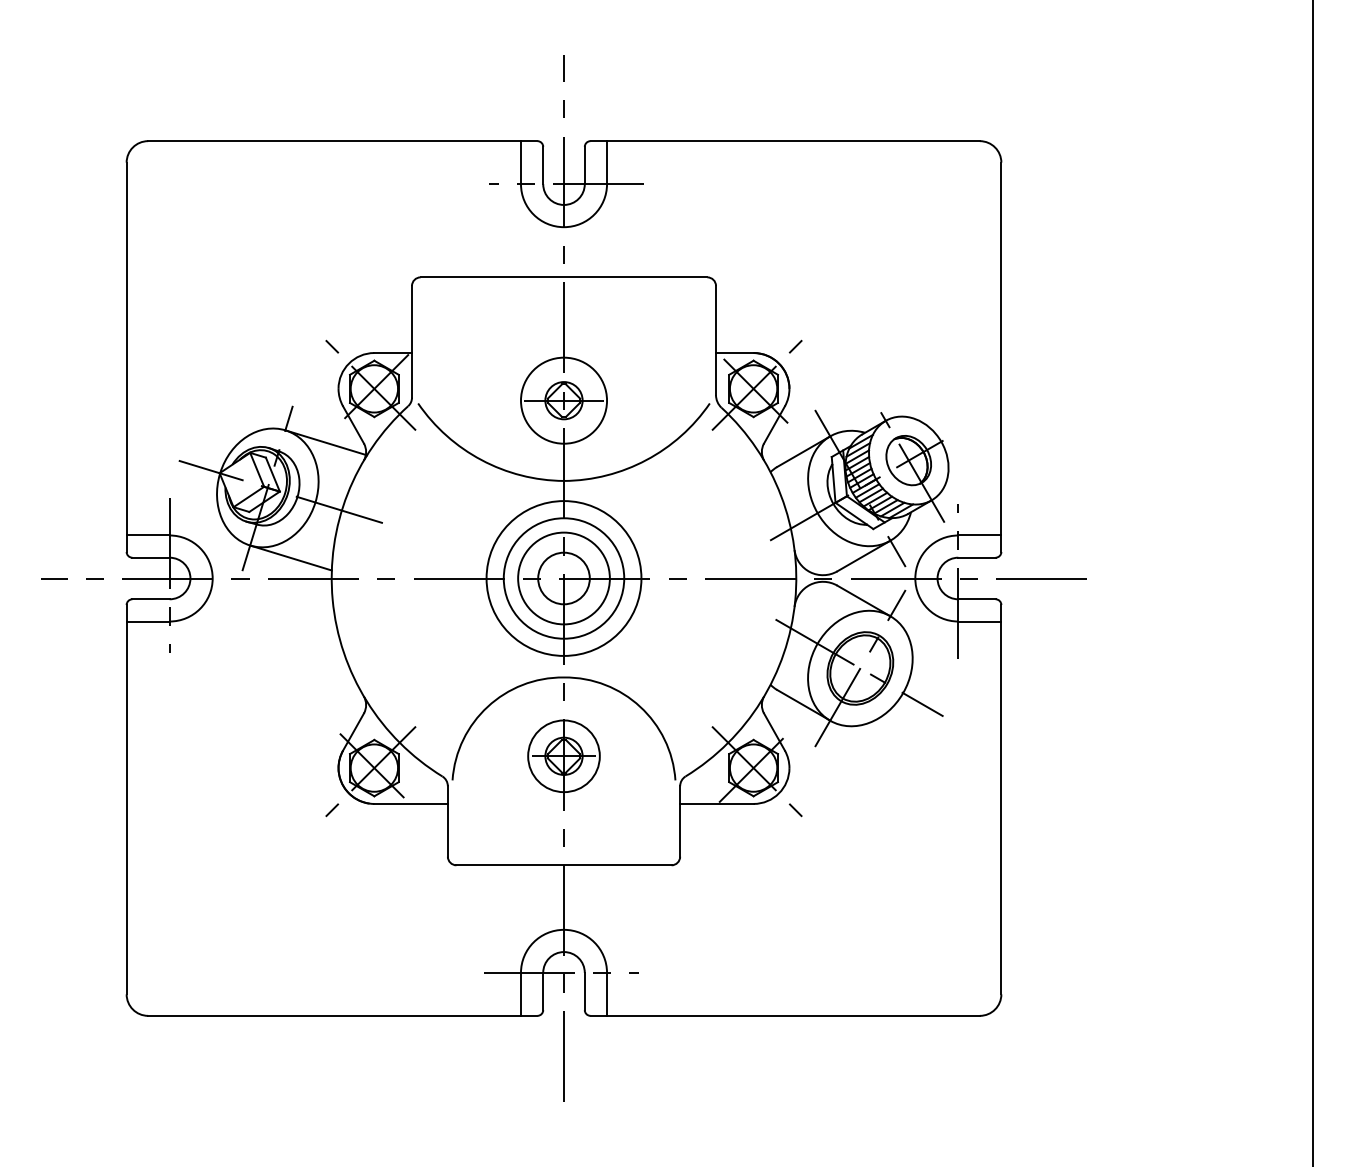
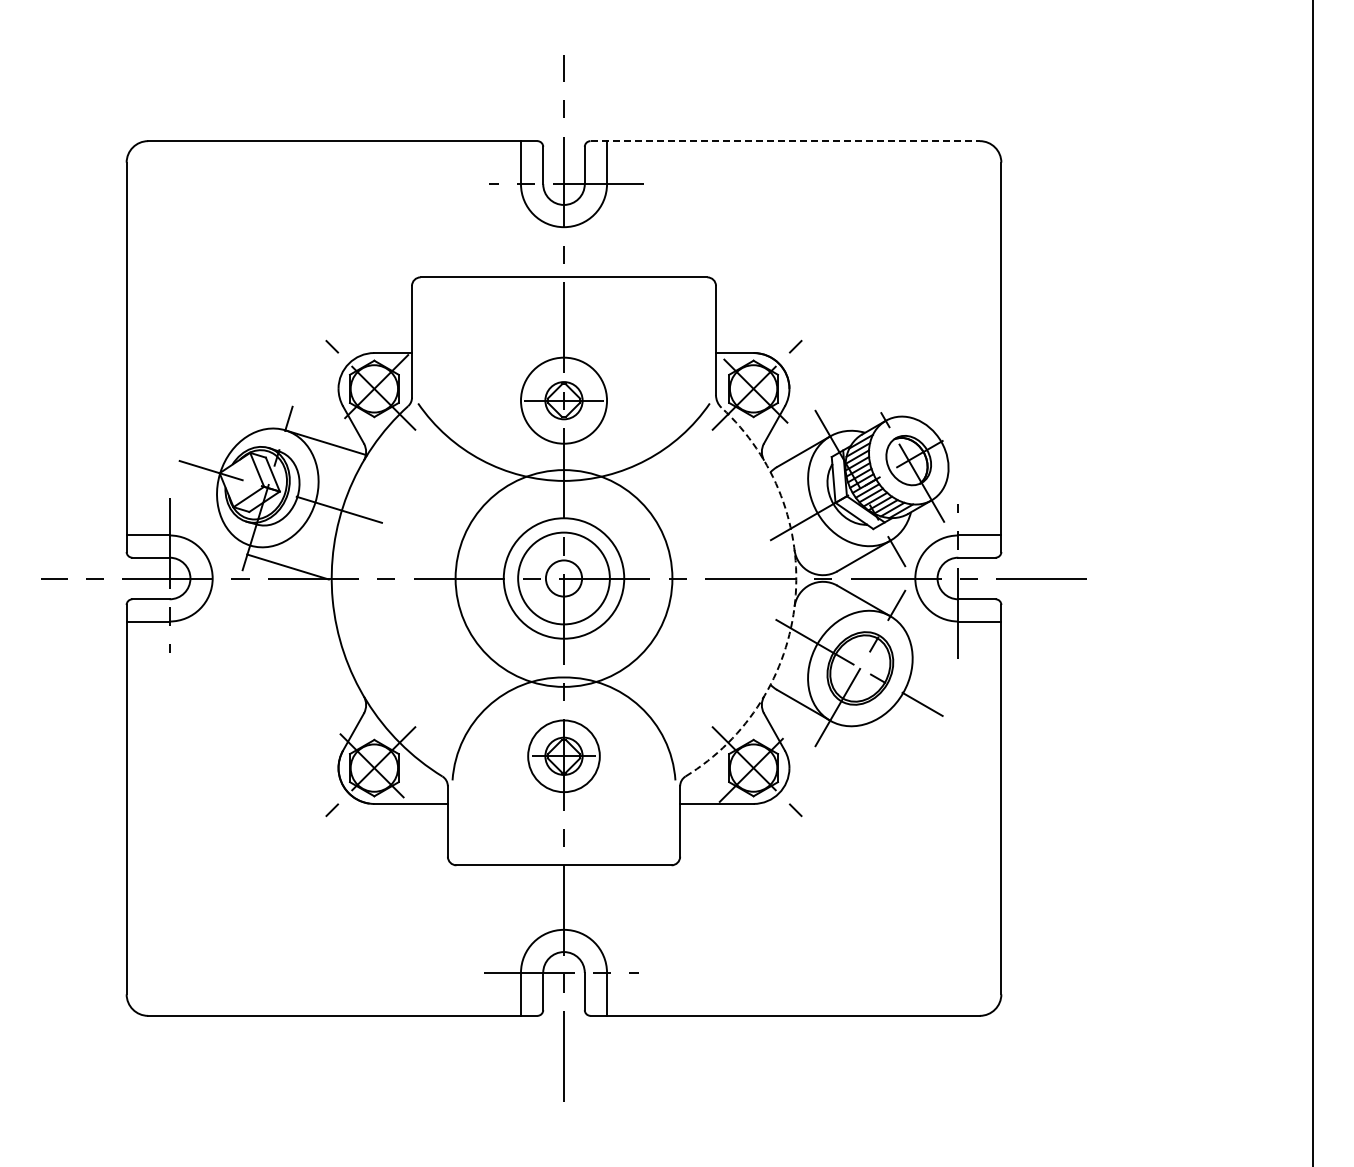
line at (785, 141): solid -> dashed
line at (290, 557) position: (290, 557) -> (287, 566)
circle at (563, 578) diameter: 155 px -> 217 px
circle at (563, 578) diameter: 52 px -> 36 px
arc at (795, 601): solid -> dashed
